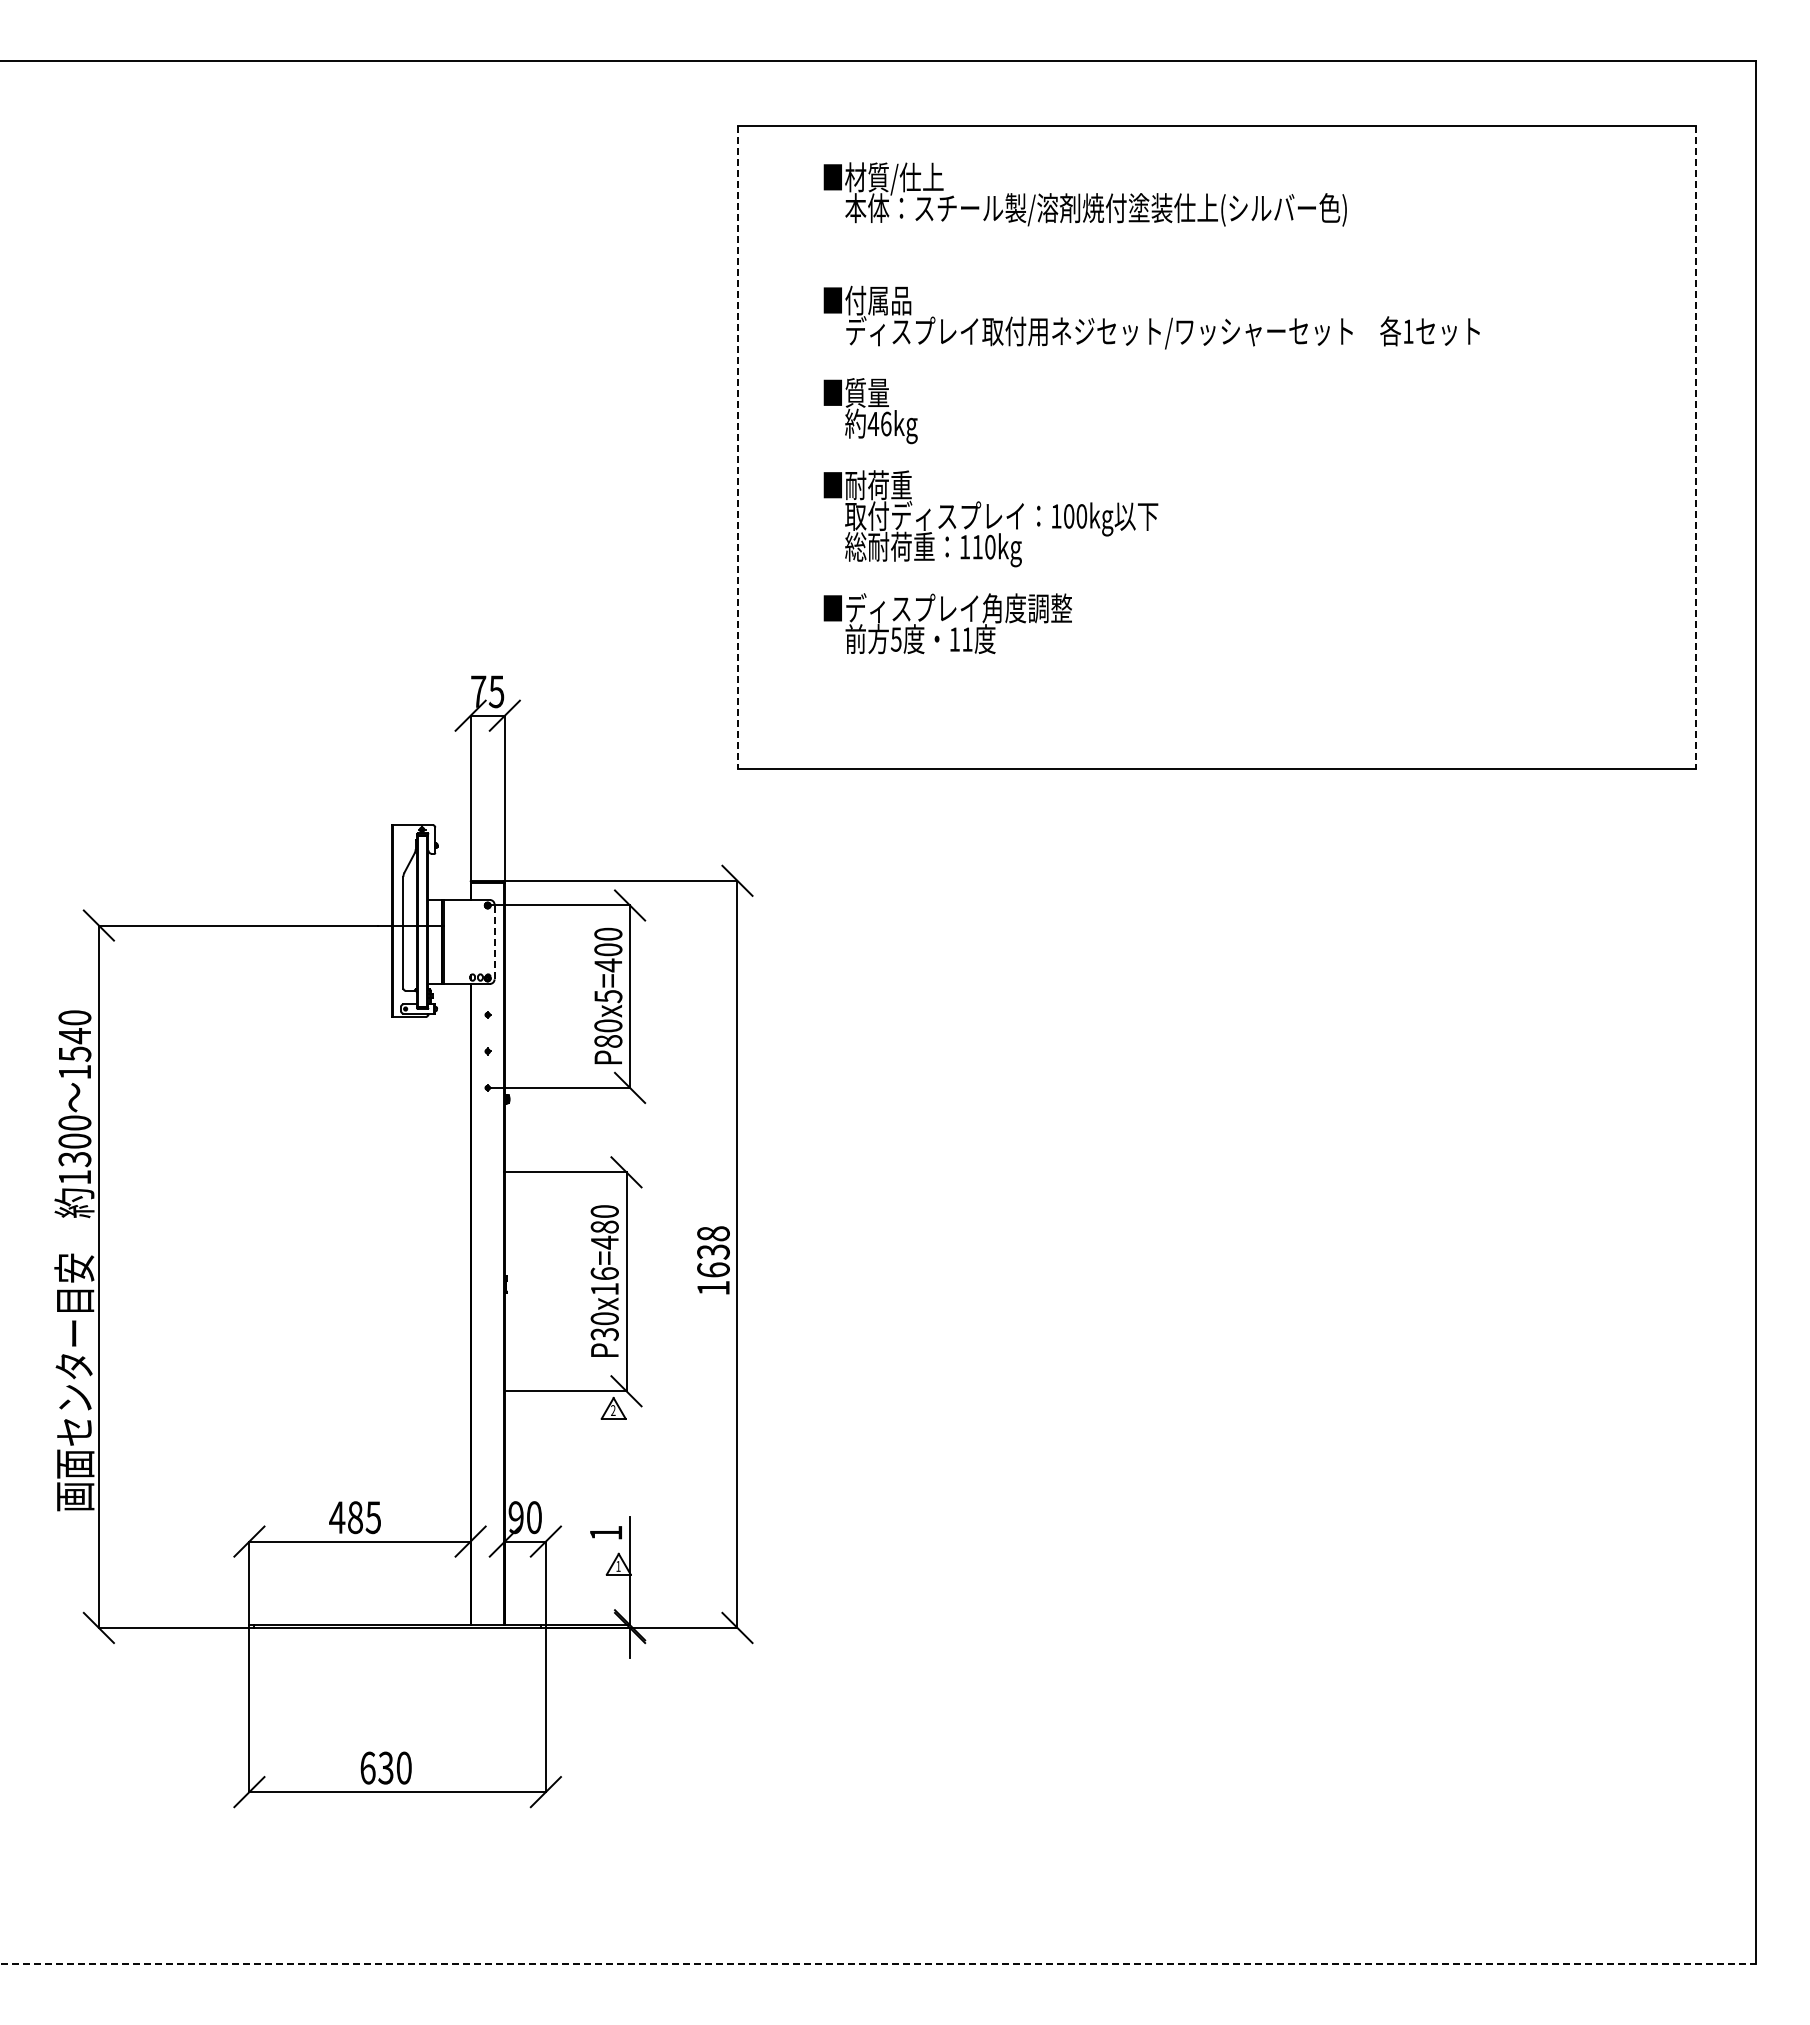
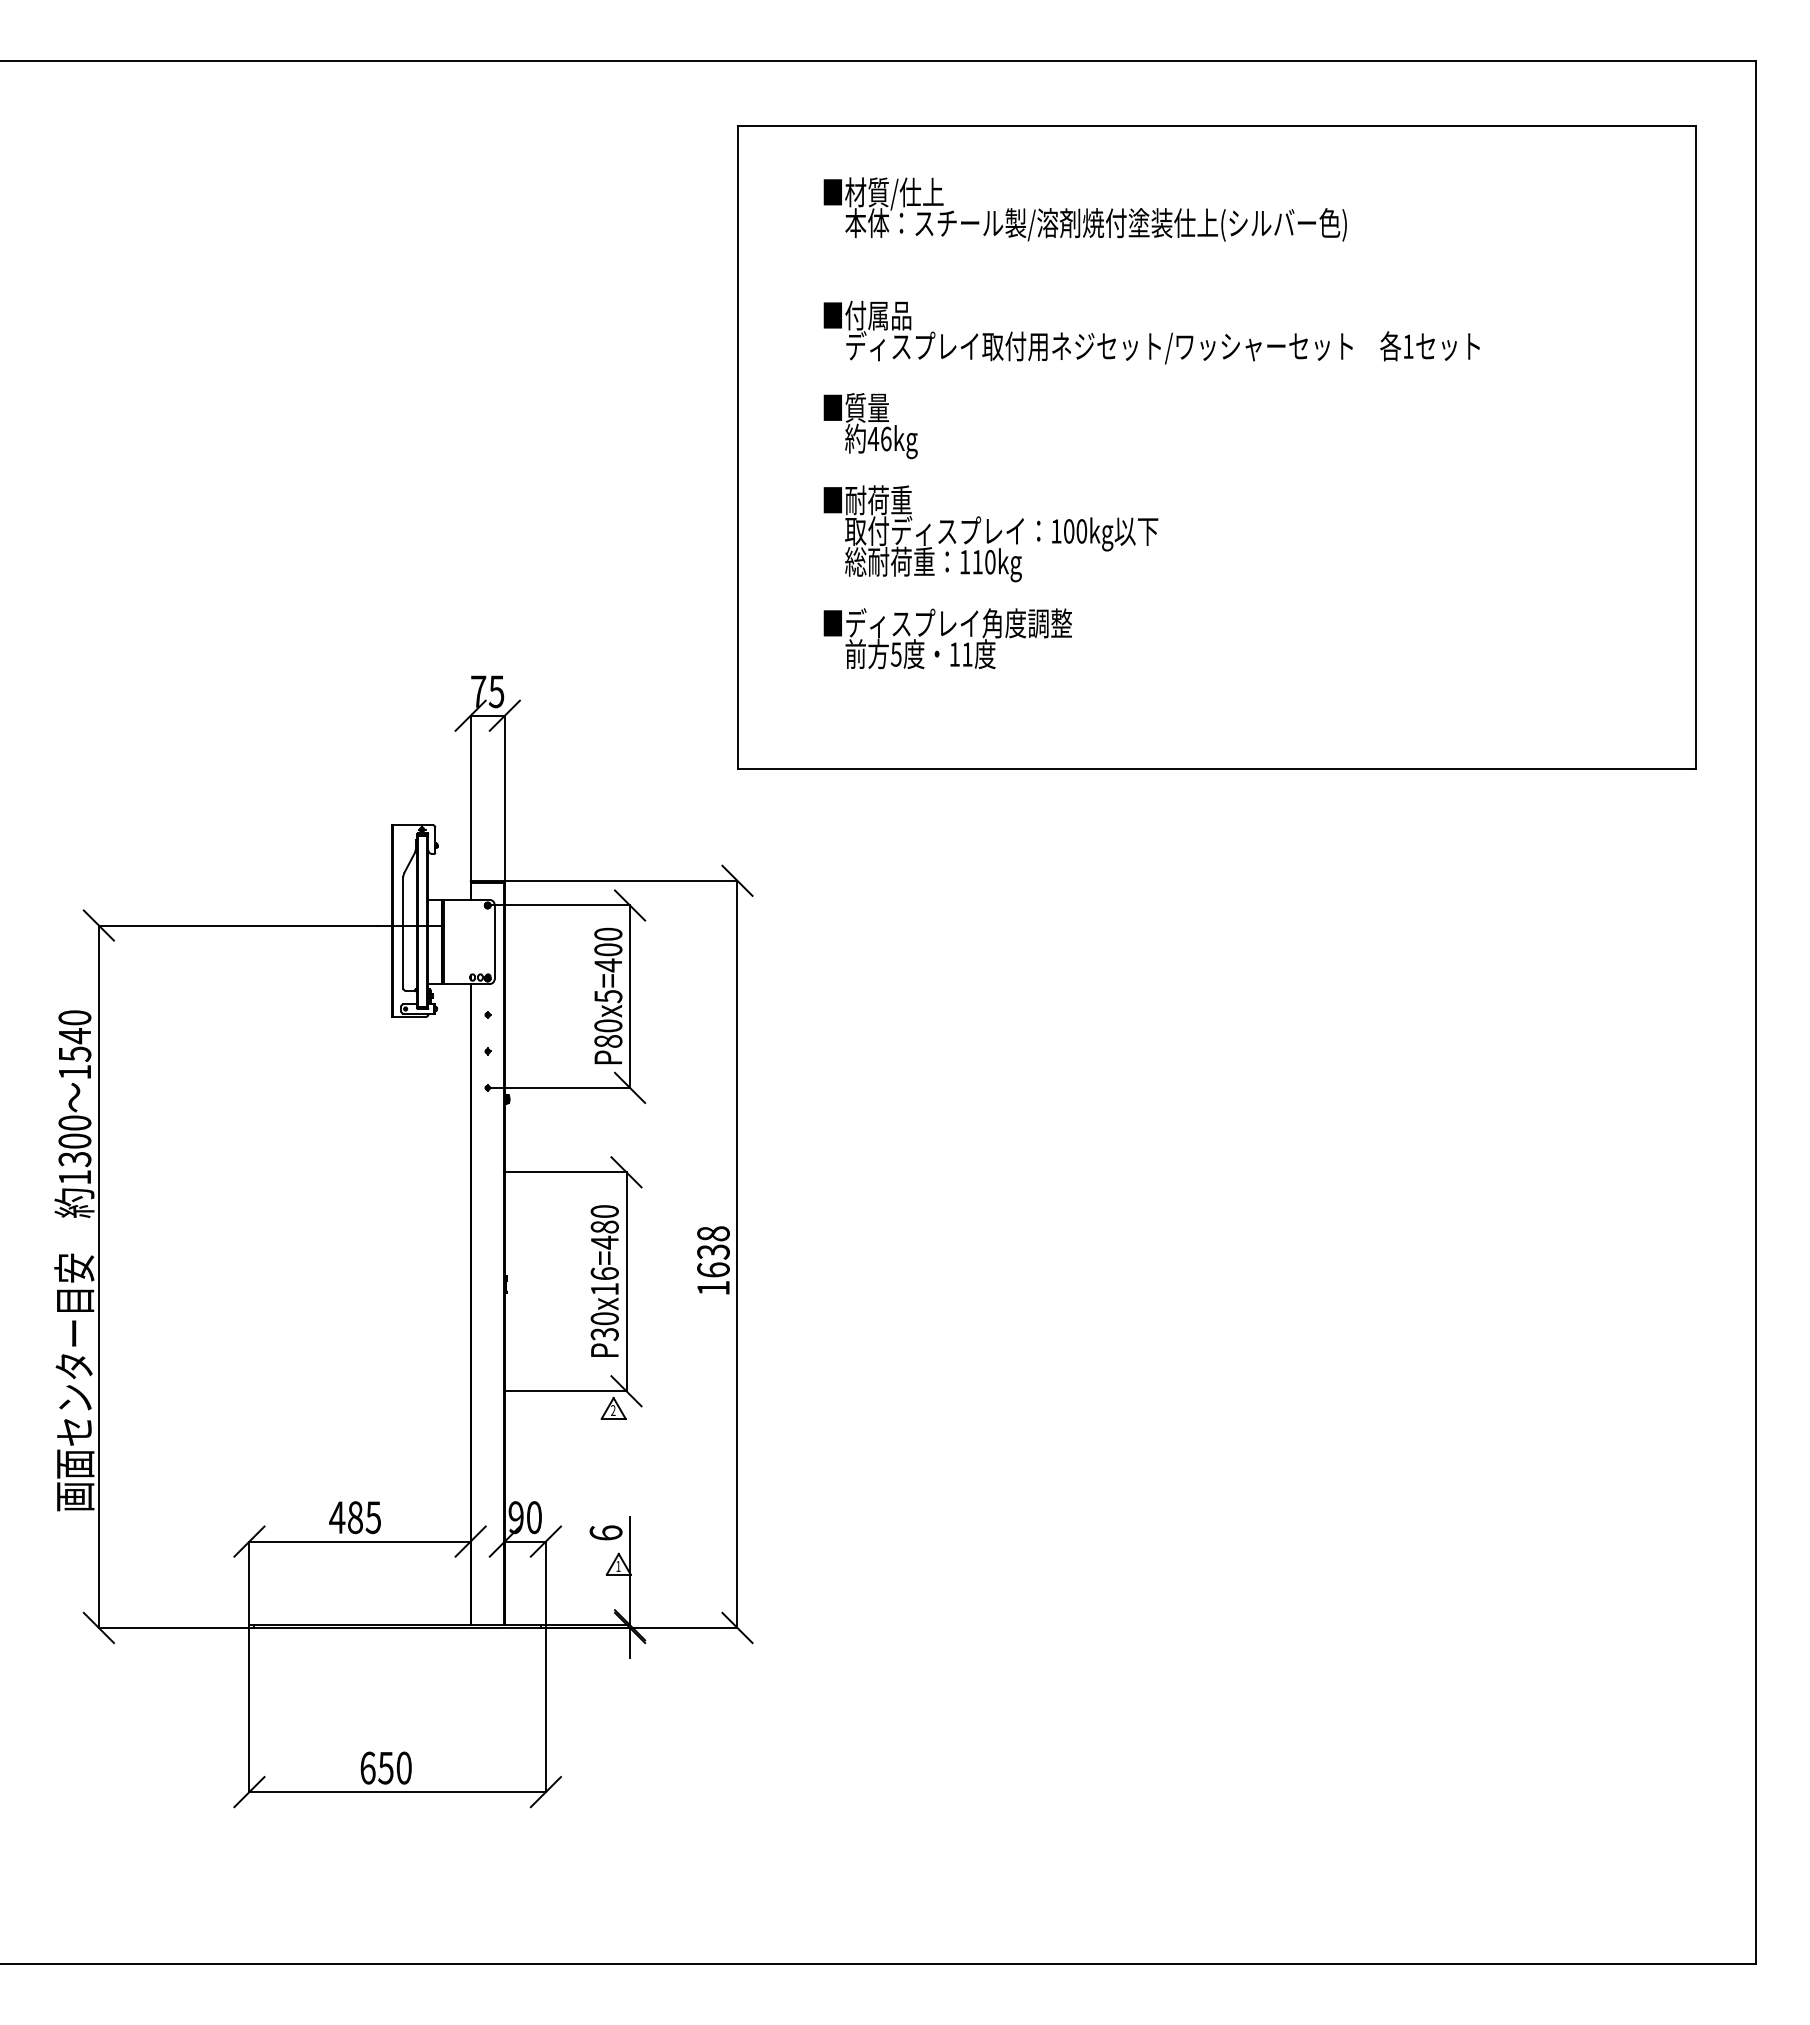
text at (1151, 408) position: (1151, 408) -> (1151, 423)
line at (737, 447): dashed -> solid
line at (1696, 447): dashed -> solid
line at (494, 941): dashed -> solid
text at (605, 1532): 1 -> 6
text at (386, 1767): 630 -> 650
line at (877, 1964): dashed -> solid
